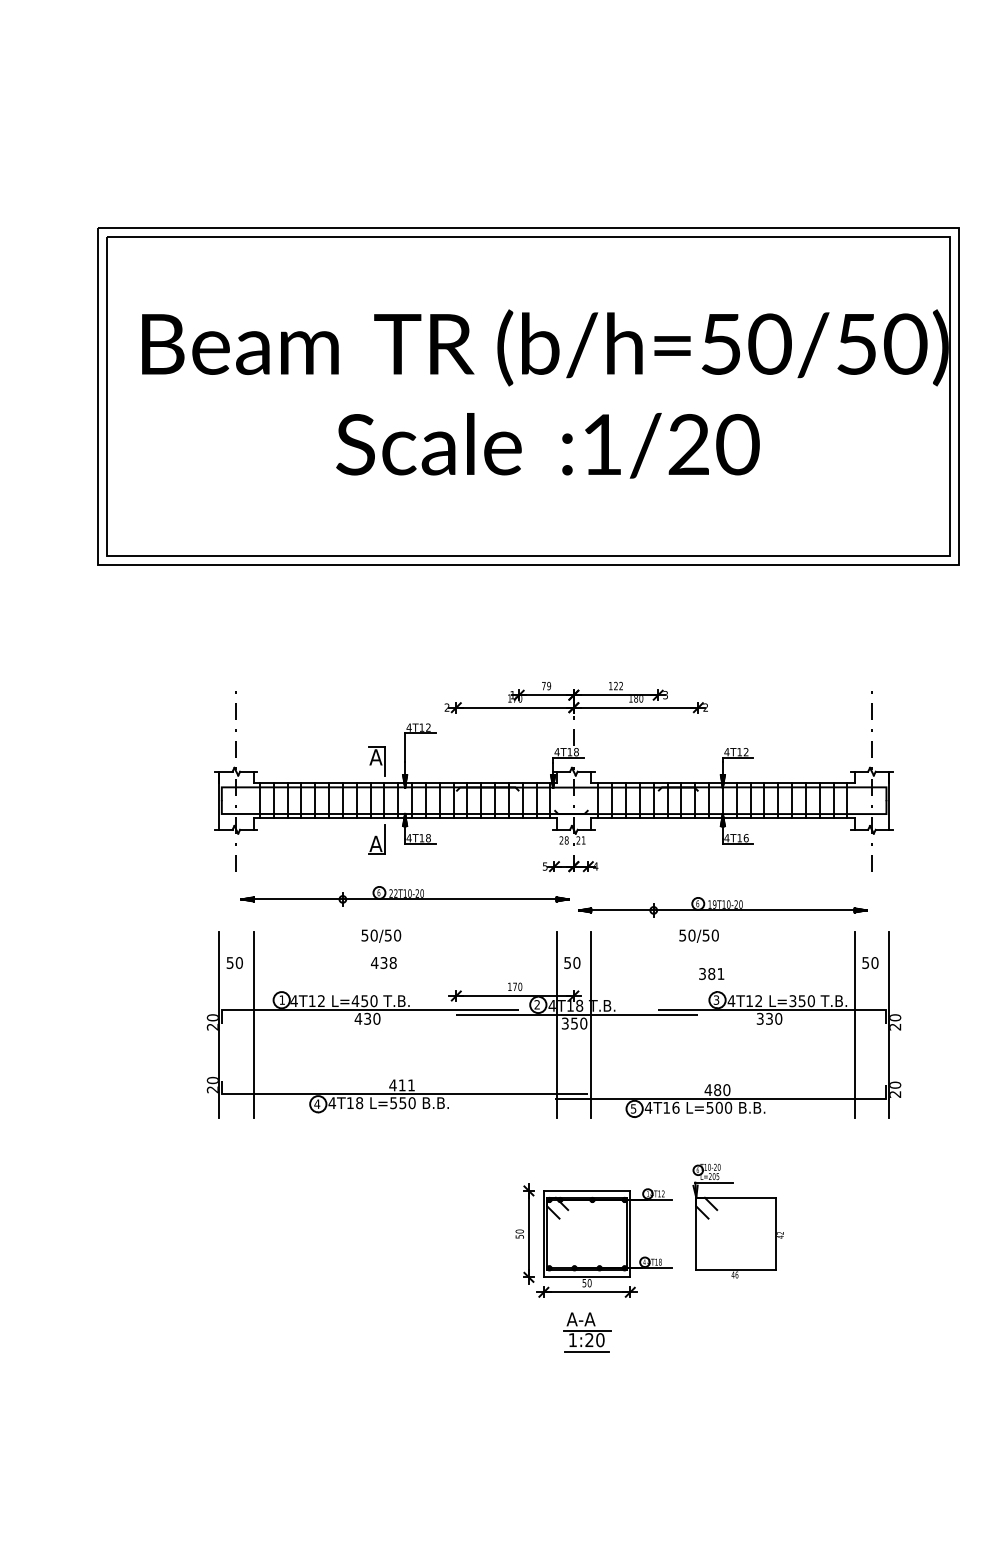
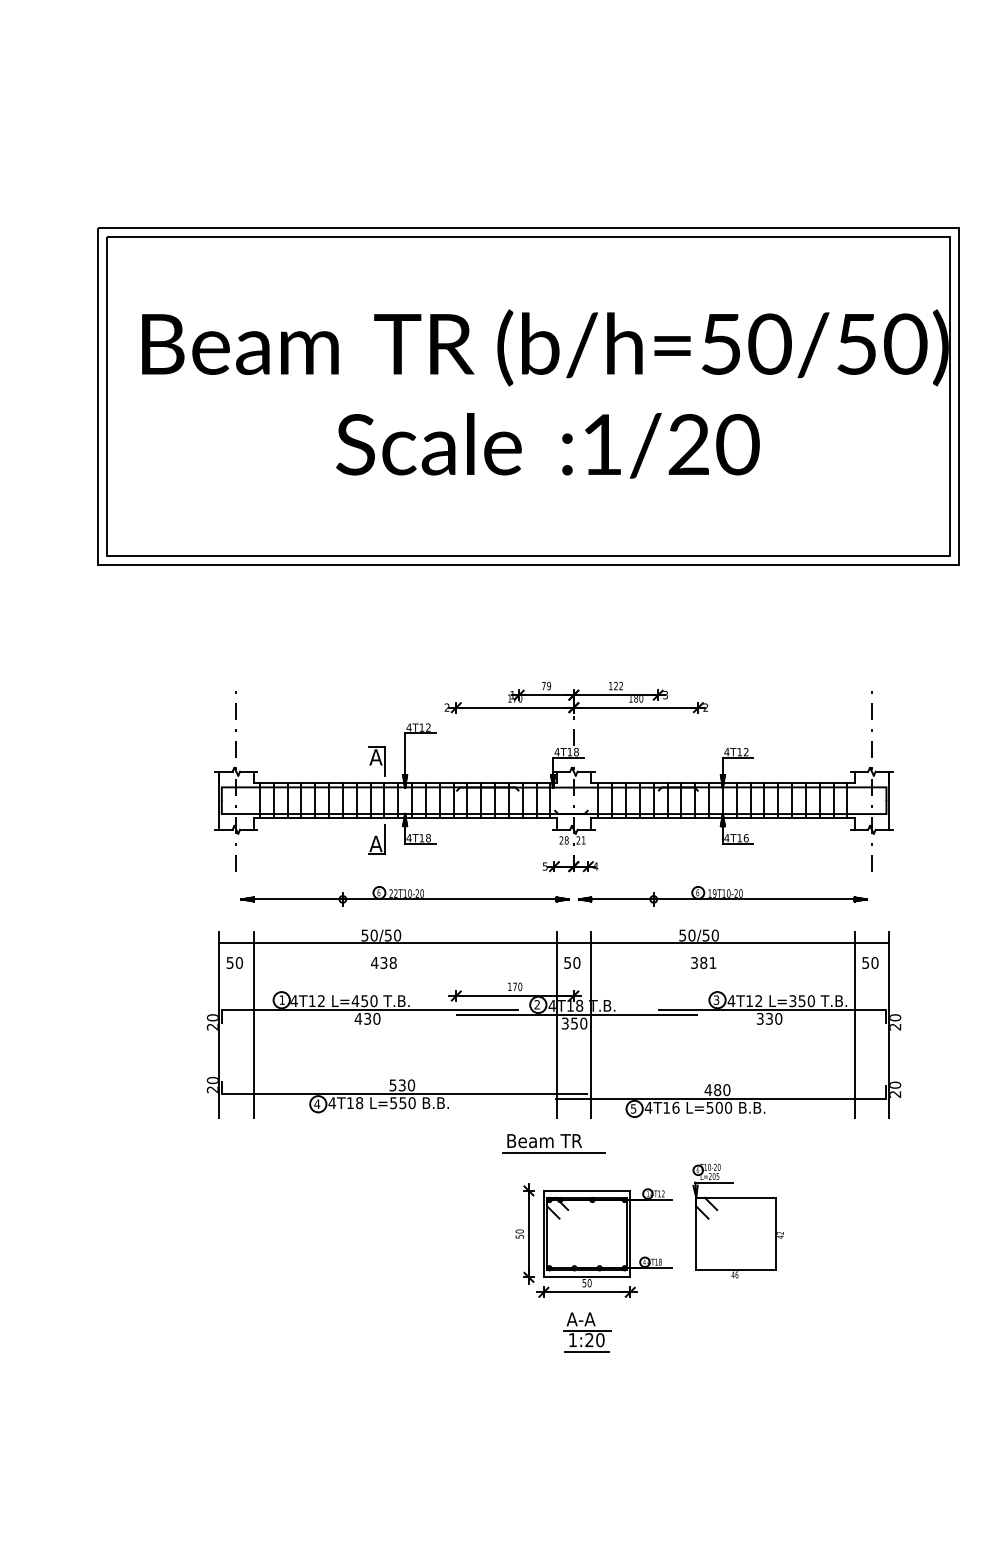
part at (722, 907) position: (722, 907) -> (722, 896)
line at (554, 943): none -> present
text at (711, 973) position: (711, 973) -> (703, 962)
text at (402, 1085): 411 -> 530
part at (553, 1143): none -> present
